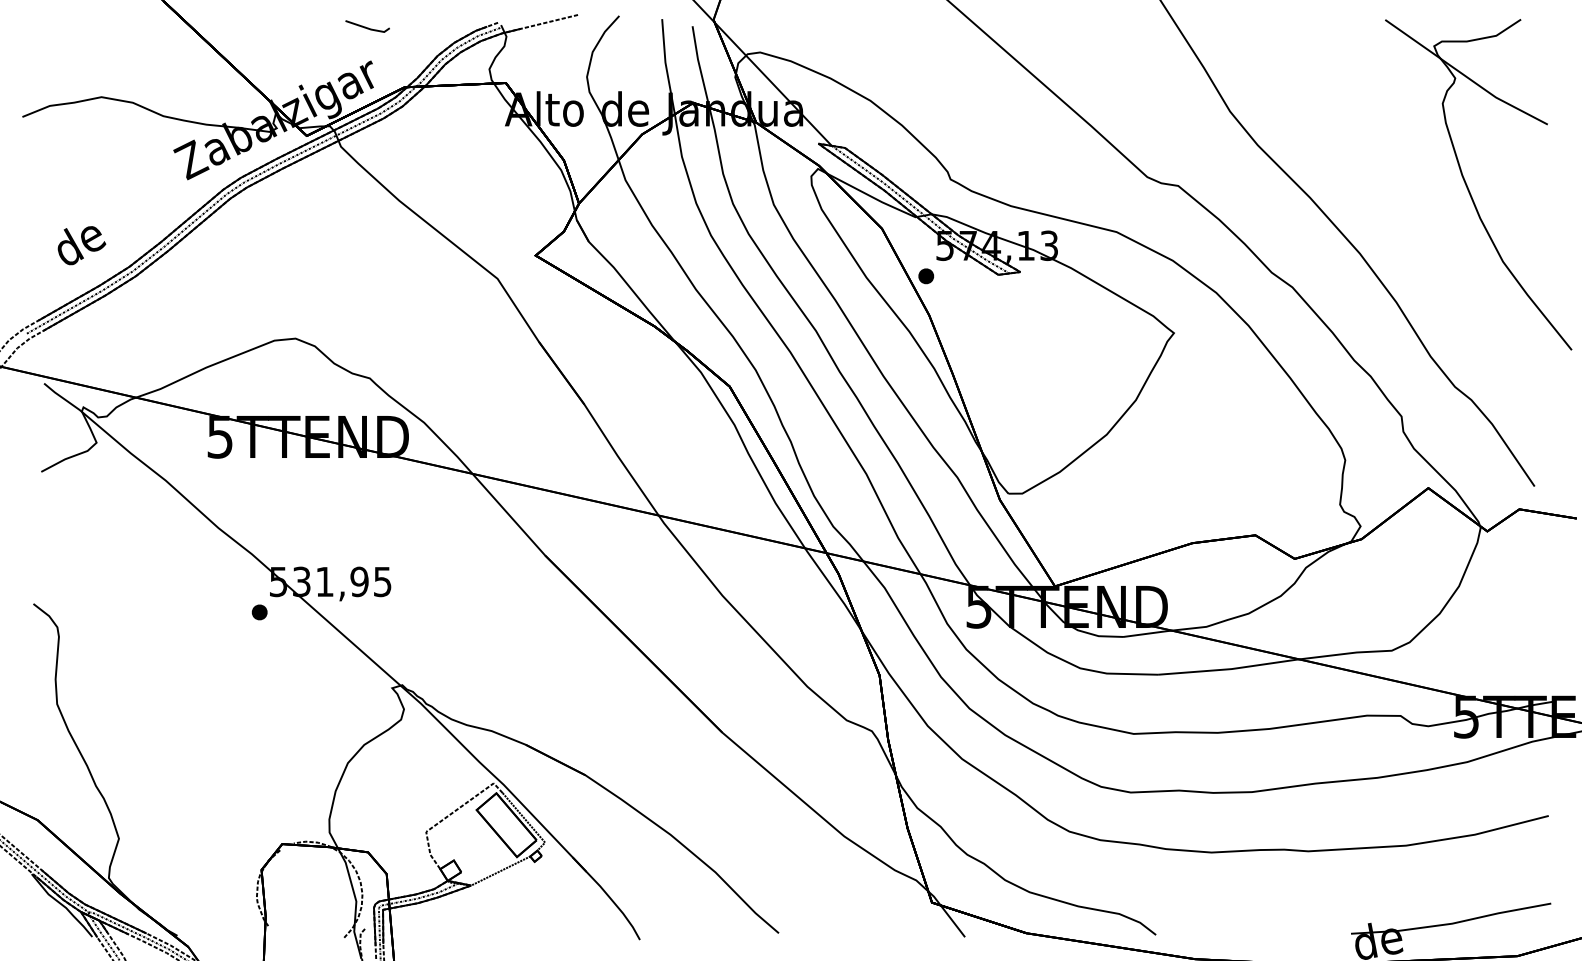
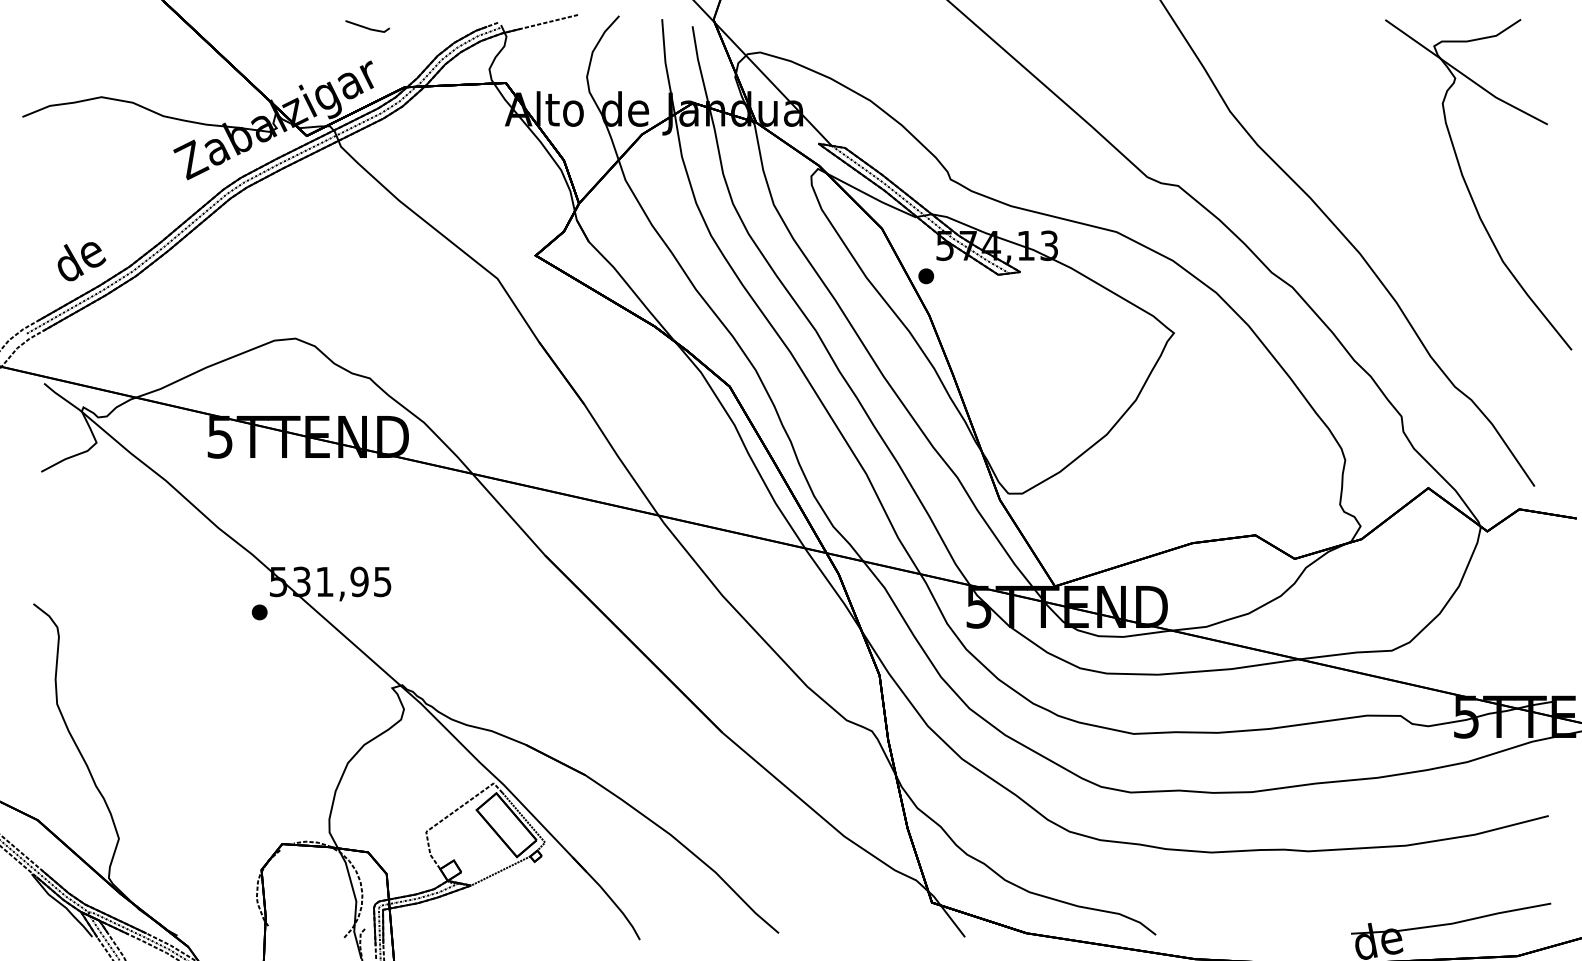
text at (81, 245) position: (81, 245) -> (81, 261)
